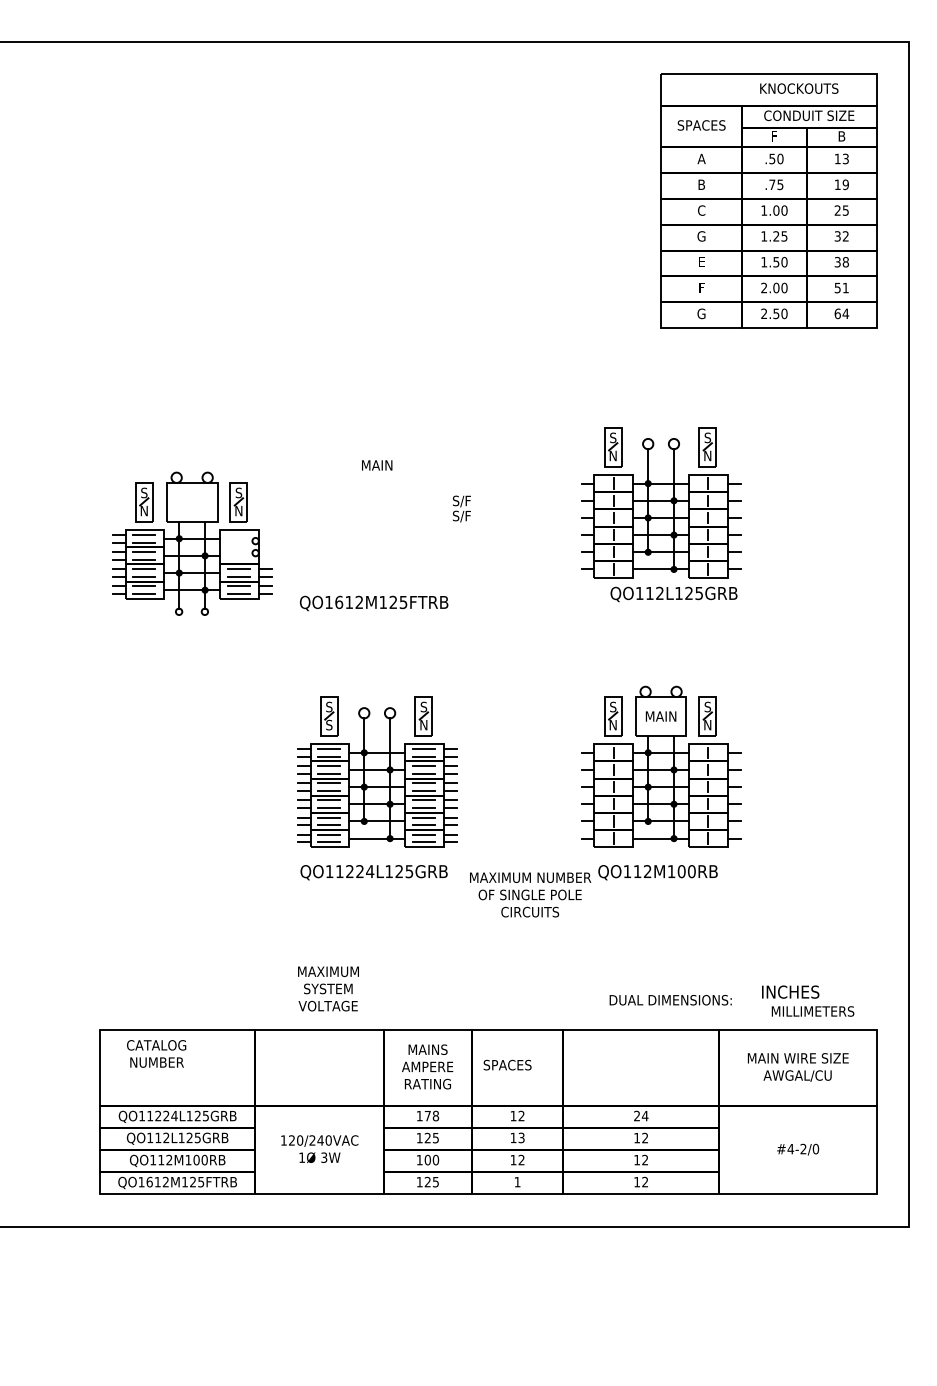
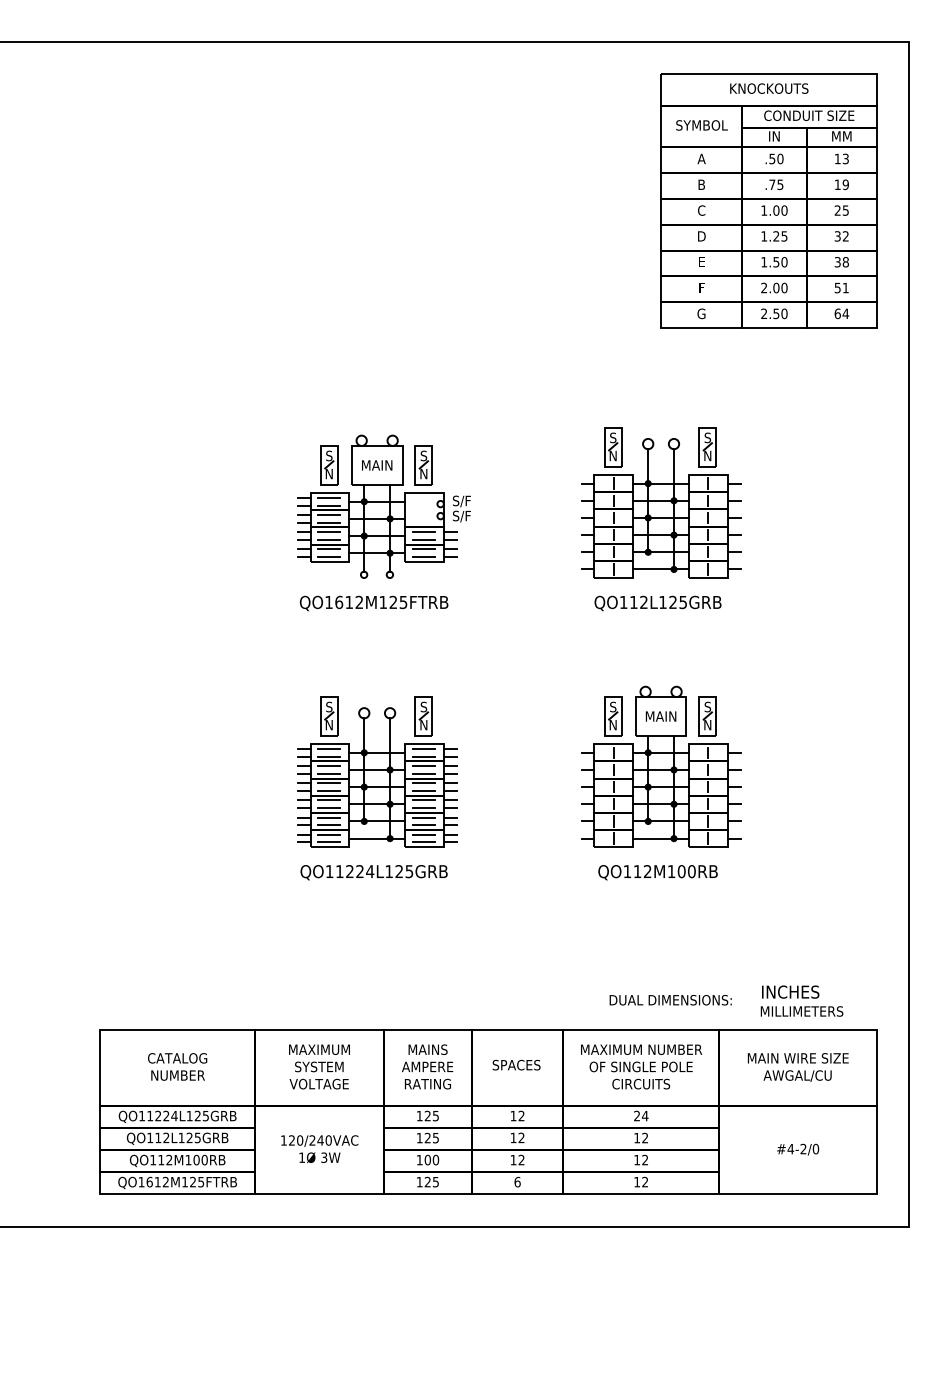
text at (799, 88) position: (799, 88) -> (769, 88)
text at (701, 125): SPACES -> SYMBOL
text at (774, 136): F -> IN
text at (841, 136): B -> MM
text at (701, 236): G -> D
part at (192, 543) position: (192, 543) -> (377, 506)
text at (673, 594) position: (673, 594) -> (657, 603)
text at (328, 724): S -> N
text at (530, 894) position: (530, 894) -> (641, 1066)
text at (328, 988) position: (328, 988) -> (319, 1066)
text at (812, 1011) position: (812, 1011) -> (801, 1011)
text at (156, 1053) position: (156, 1053) -> (177, 1066)
text at (507, 1064) position: (507, 1064) -> (516, 1064)
text at (431, 1115): 178 -> 125
text at (521, 1138): 13 -> 12
text at (517, 1181): 1 -> 6
